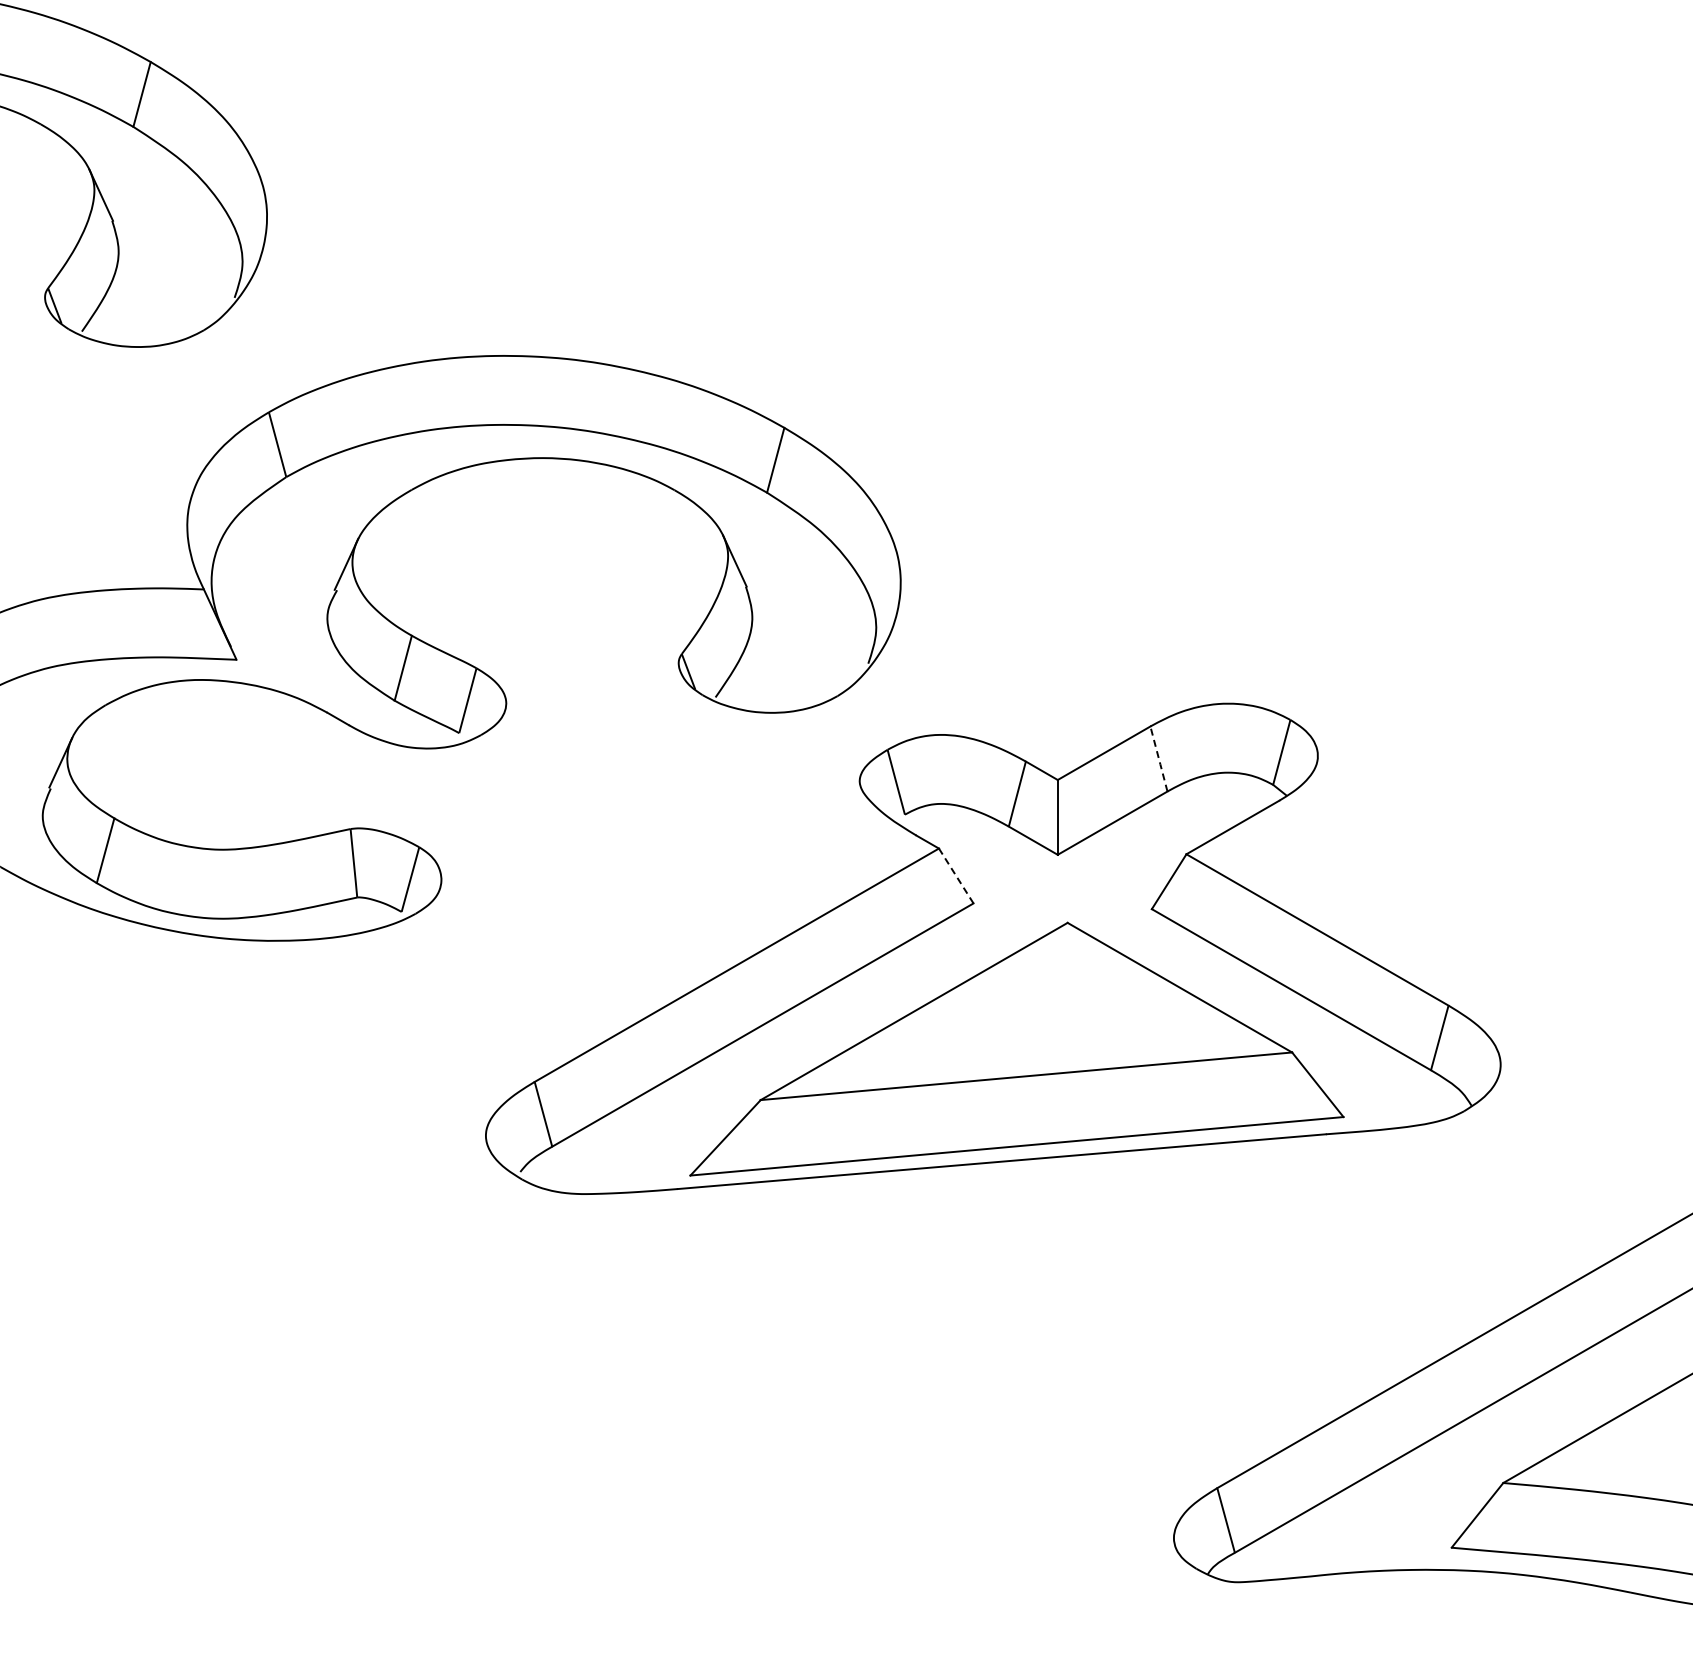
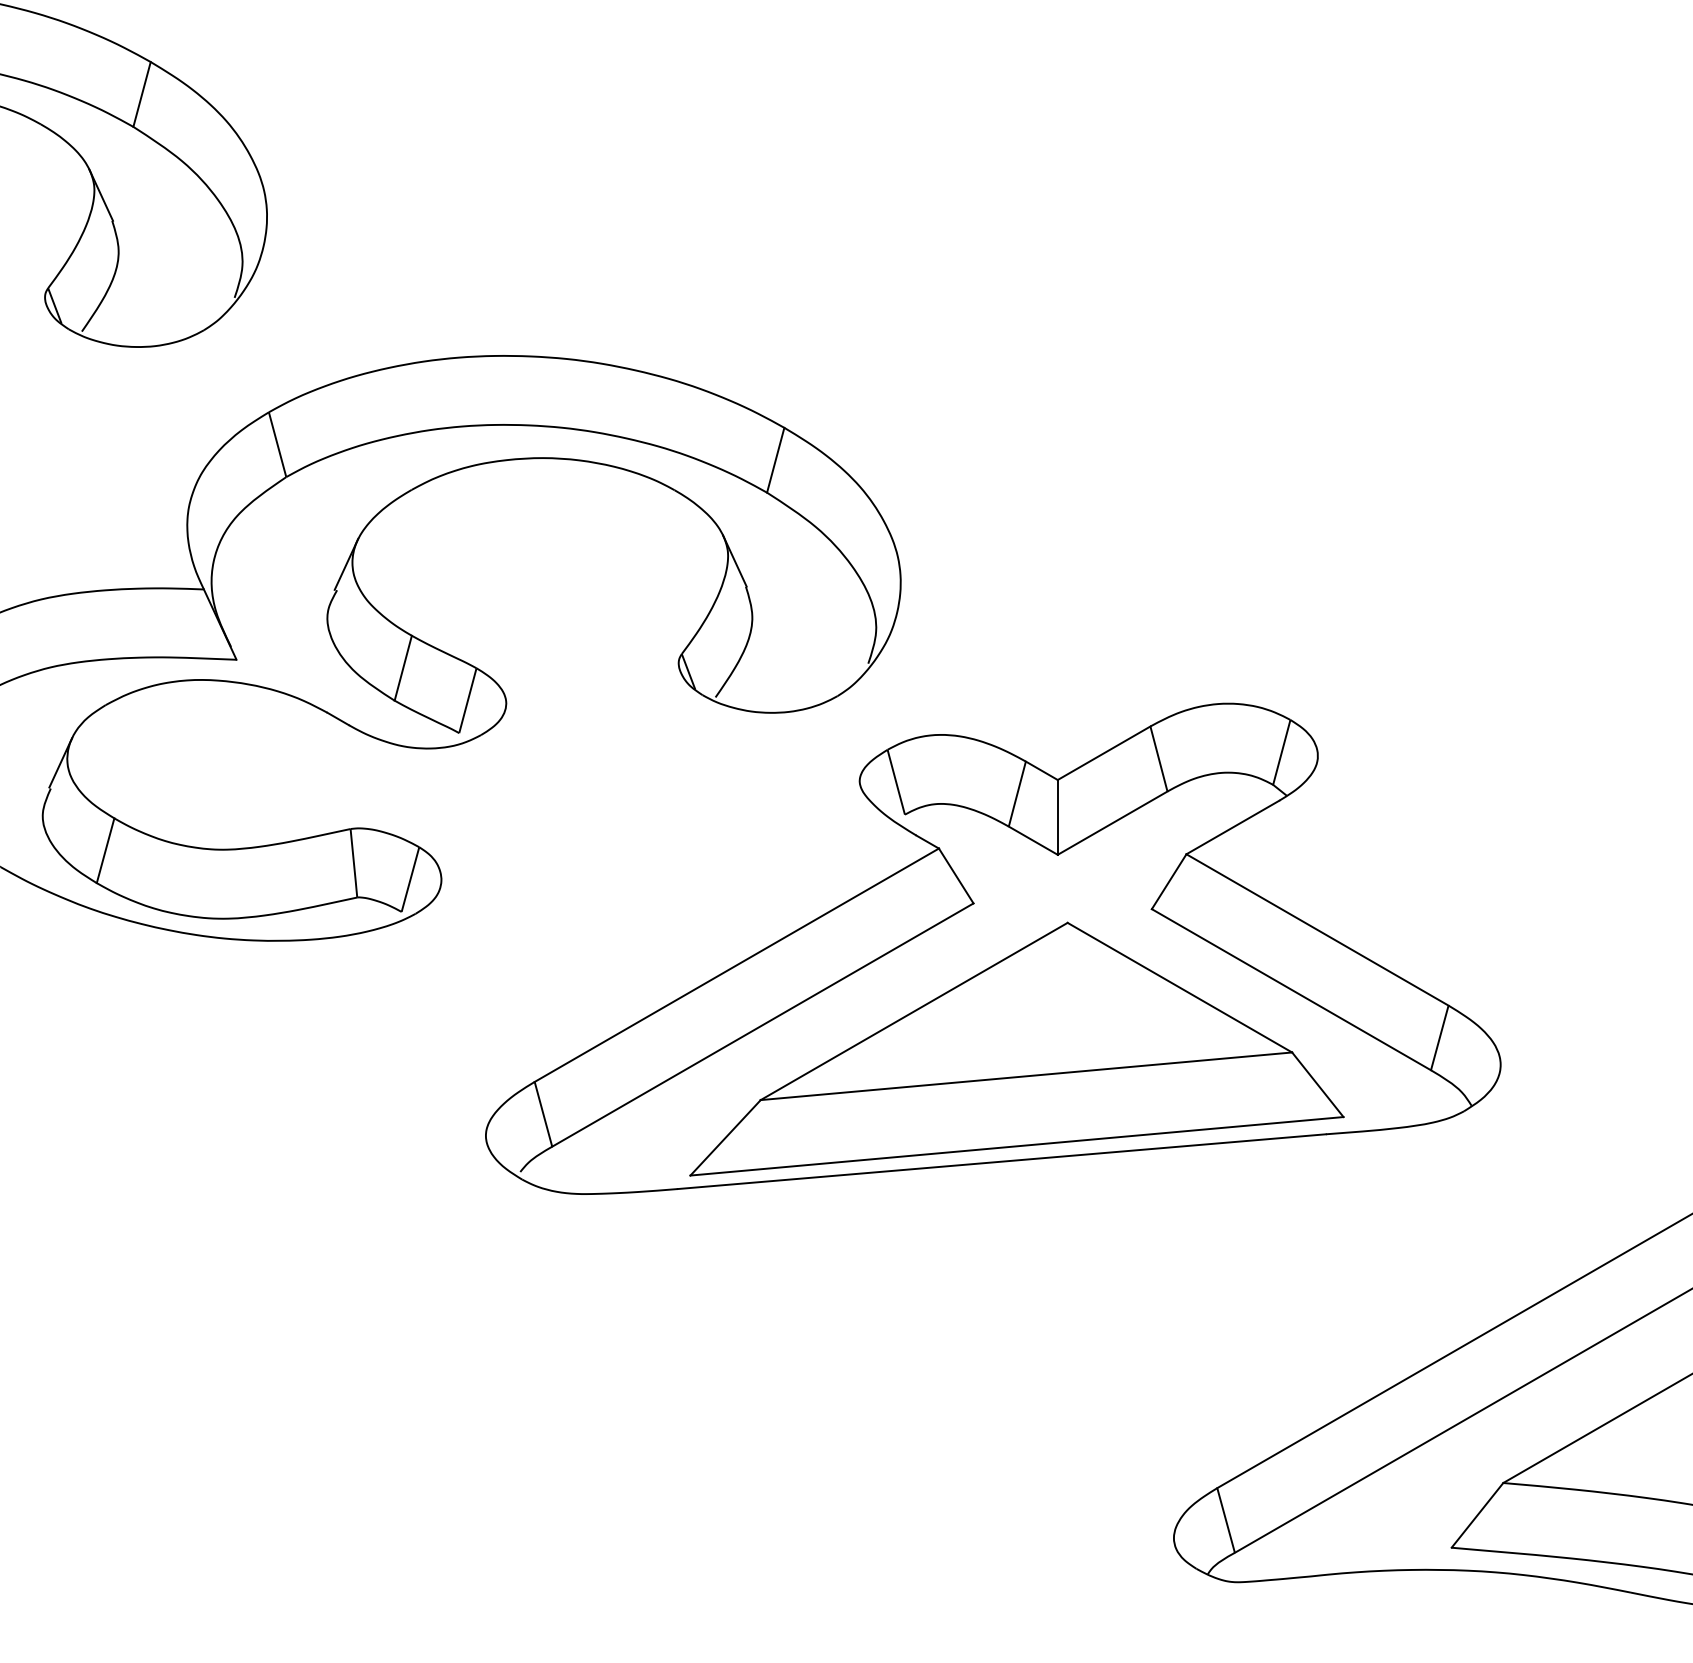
line at (1159, 759): dashed -> solid
line at (955, 875): dashed -> solid
